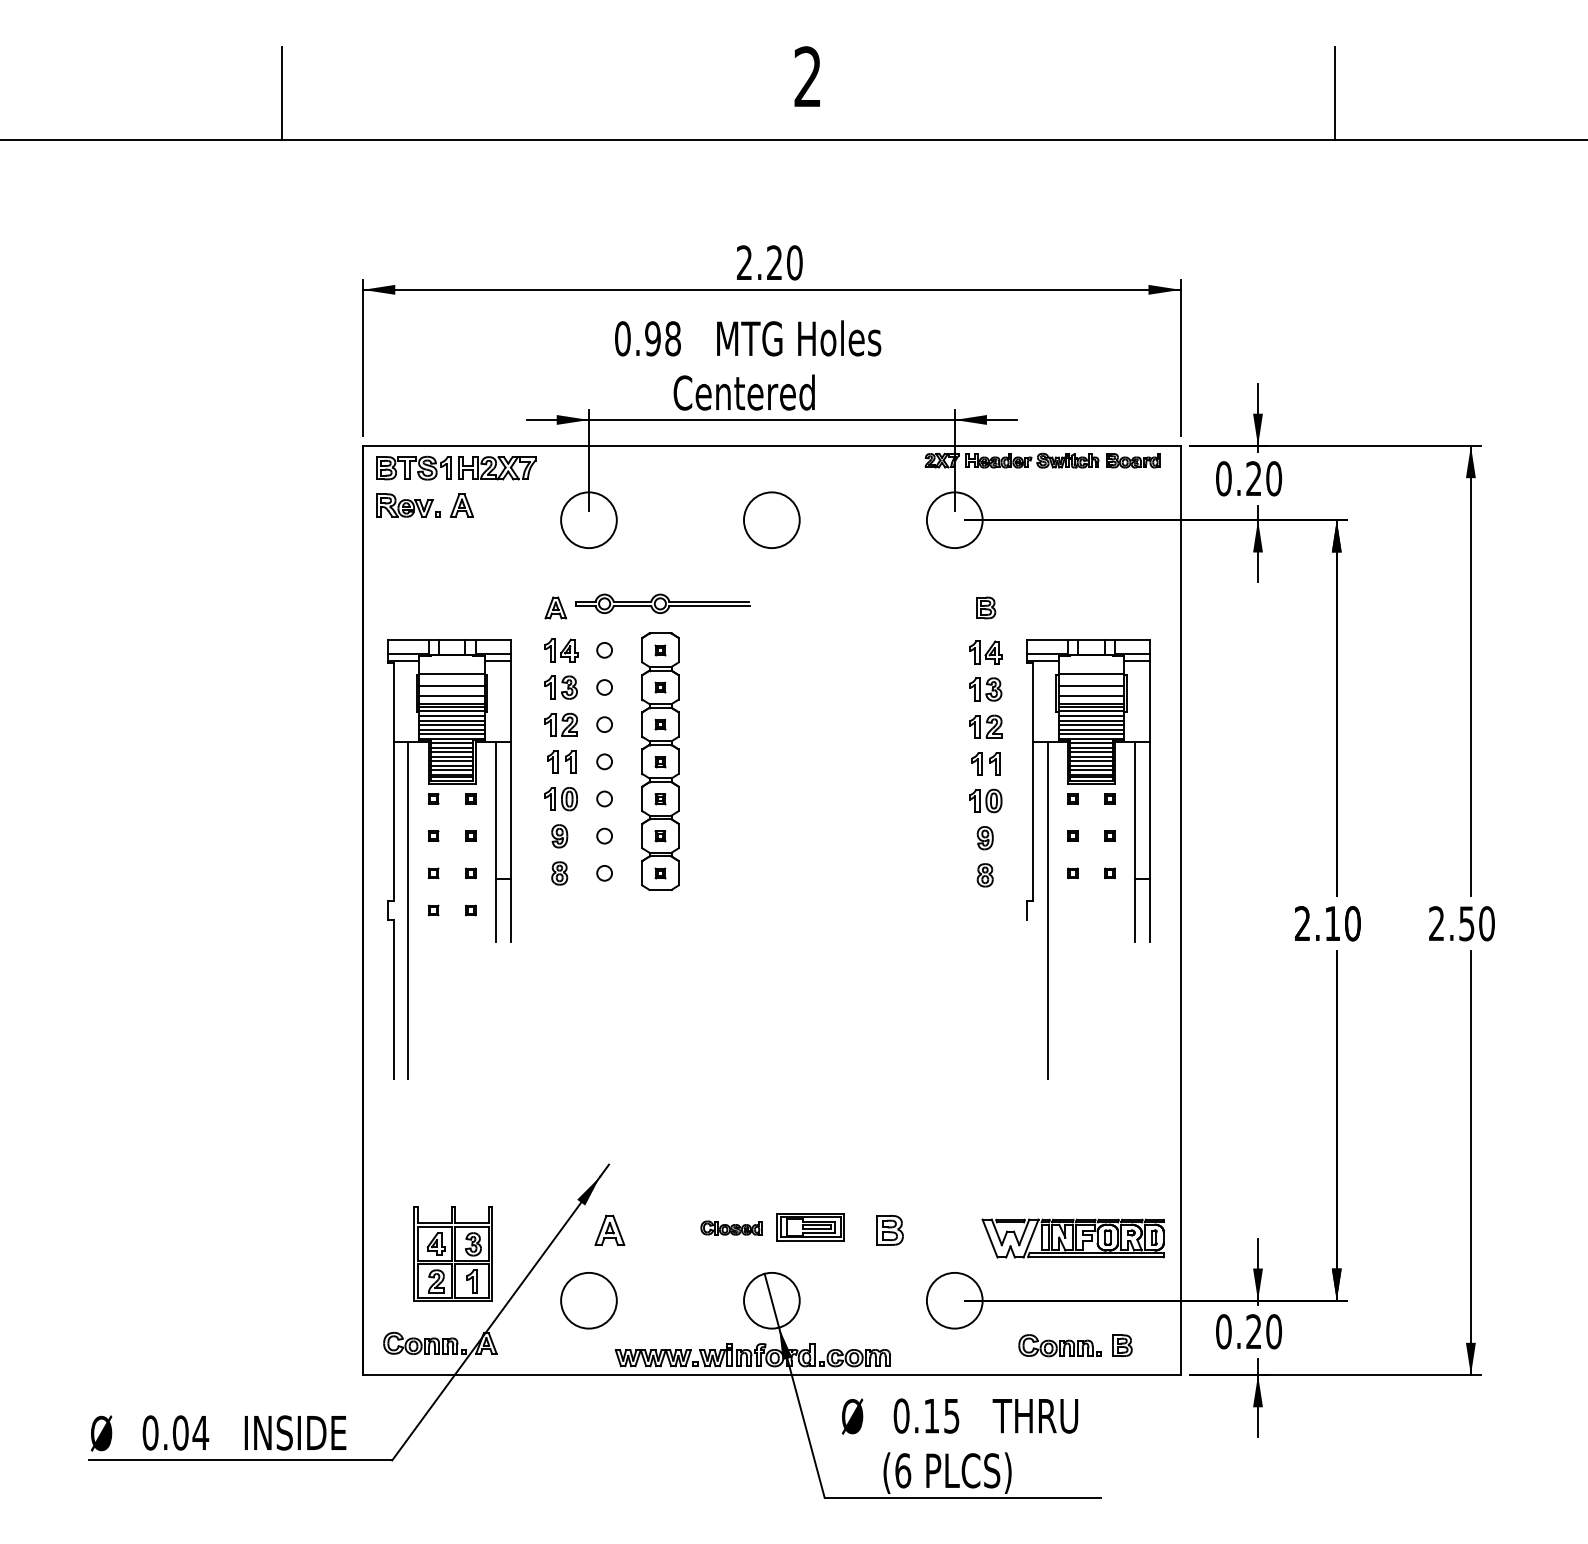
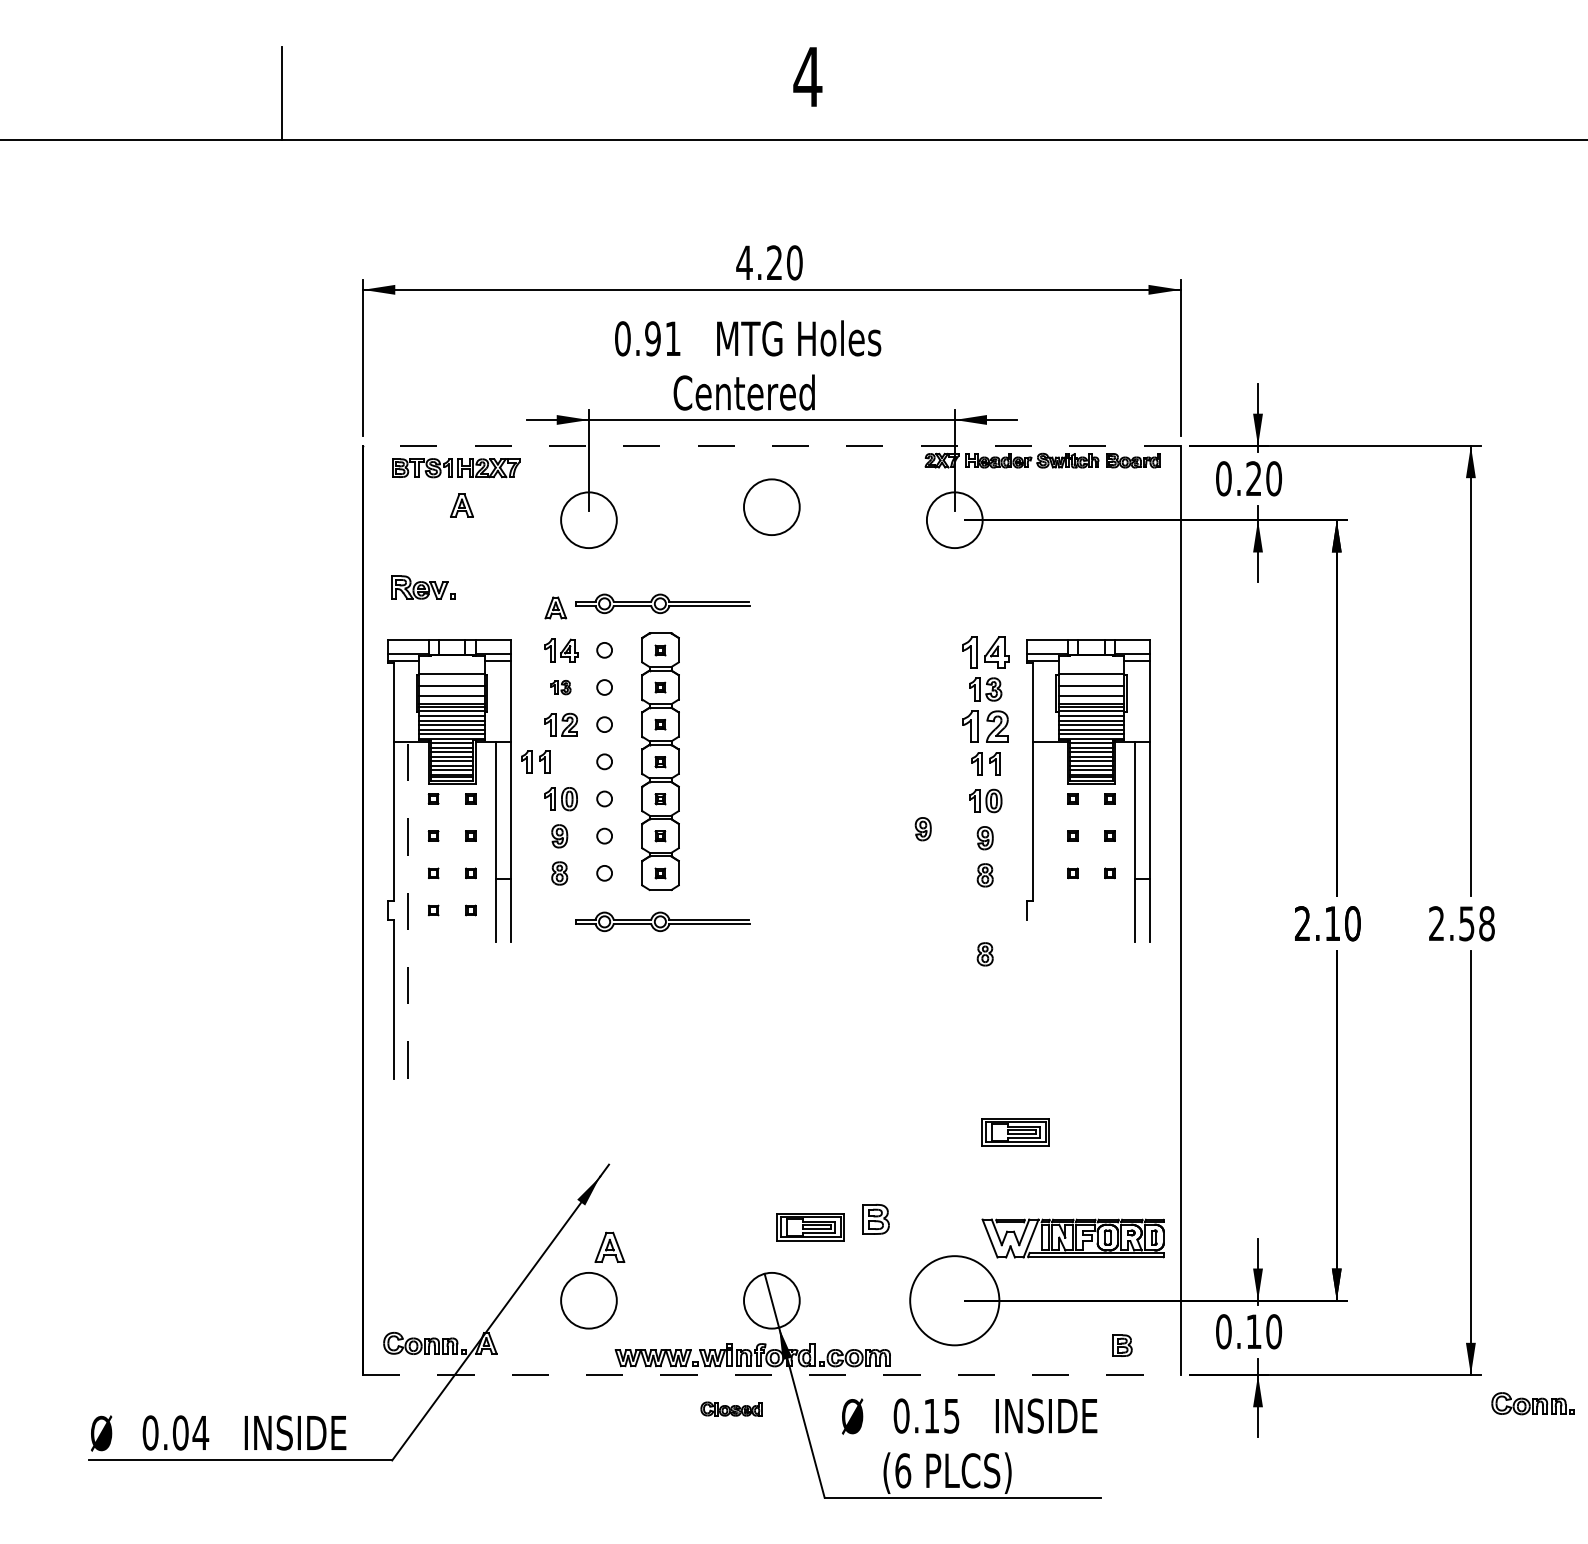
text at (807, 76): 2 -> 4
line at (1335, 92): present -> none
text at (744, 262): 2.20 -> 4.20
text at (672, 338): 0.98 -> 0.91
line at (771, 445): solid -> dashed
part at (456, 467) size: 161x26 px -> 129x21 px
part at (408, 505) position: (408, 505) -> (423, 587)
circle at (771, 519) position: (771, 519) -> (771, 506)
part at (986, 607): present -> none
part at (985, 652) size: 34x25 px -> 48x33 px
part at (560, 687) size: 34x25 px -> 22x16 px
part at (985, 726) size: 34x25 px -> 47x33 px
part at (561, 761) position: (561, 761) -> (535, 761)
part at (922, 829): none -> present
line at (408, 910): solid -> dashed
line at (1047, 910): present -> none
part at (662, 921): none -> present
text at (1486, 923): 2.50 -> 2.58
part at (984, 954): none -> present
part at (1015, 1132): none -> present
part at (731, 1227) position: (731, 1227) -> (731, 1408)
part at (609, 1229) position: (609, 1229) -> (609, 1246)
part at (889, 1230) position: (889, 1230) -> (875, 1219)
part at (452, 1253): present -> none
circle at (954, 1300) diameter: 56 px -> 89 px
text at (1253, 1331): 0.20 -> 0.10
part at (1059, 1345) position: (1059, 1345) -> (1532, 1403)
line at (771, 1375): solid -> dashed
text at (1044, 1415): THRU -> INSIDE
